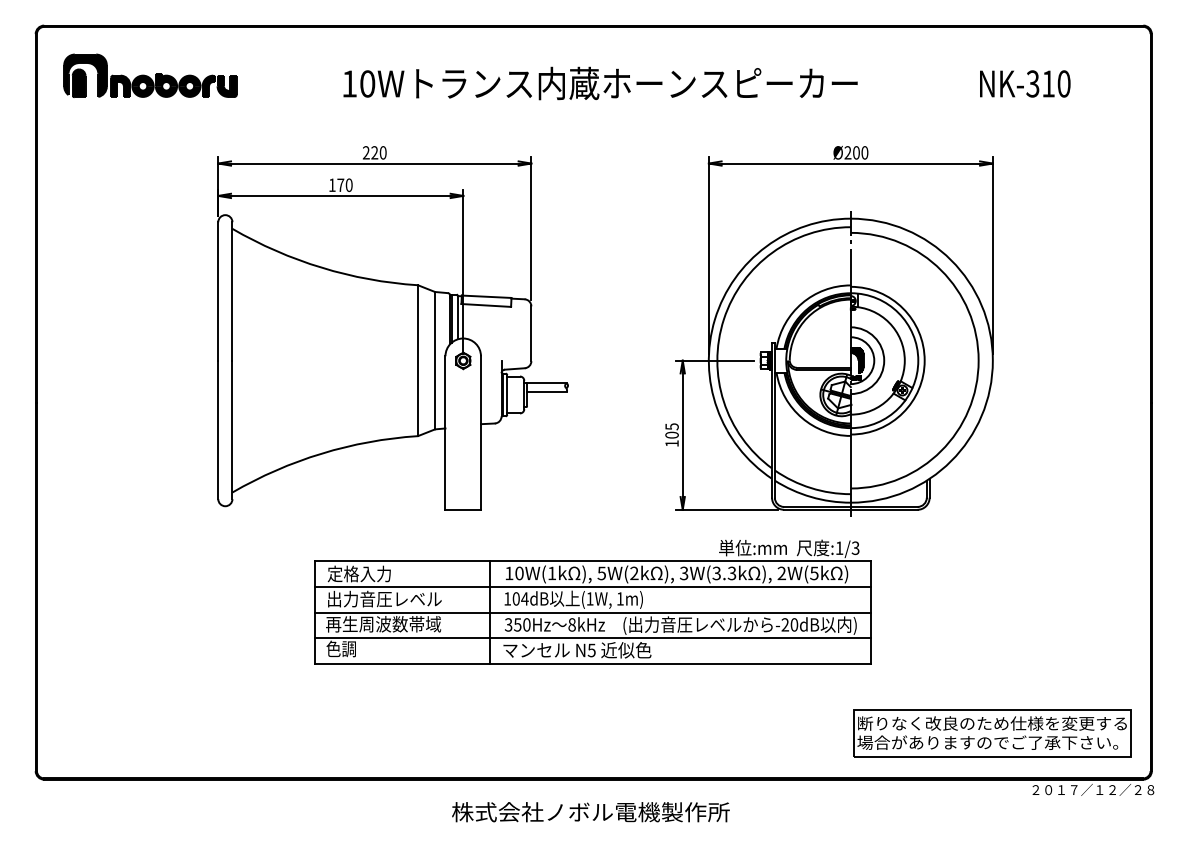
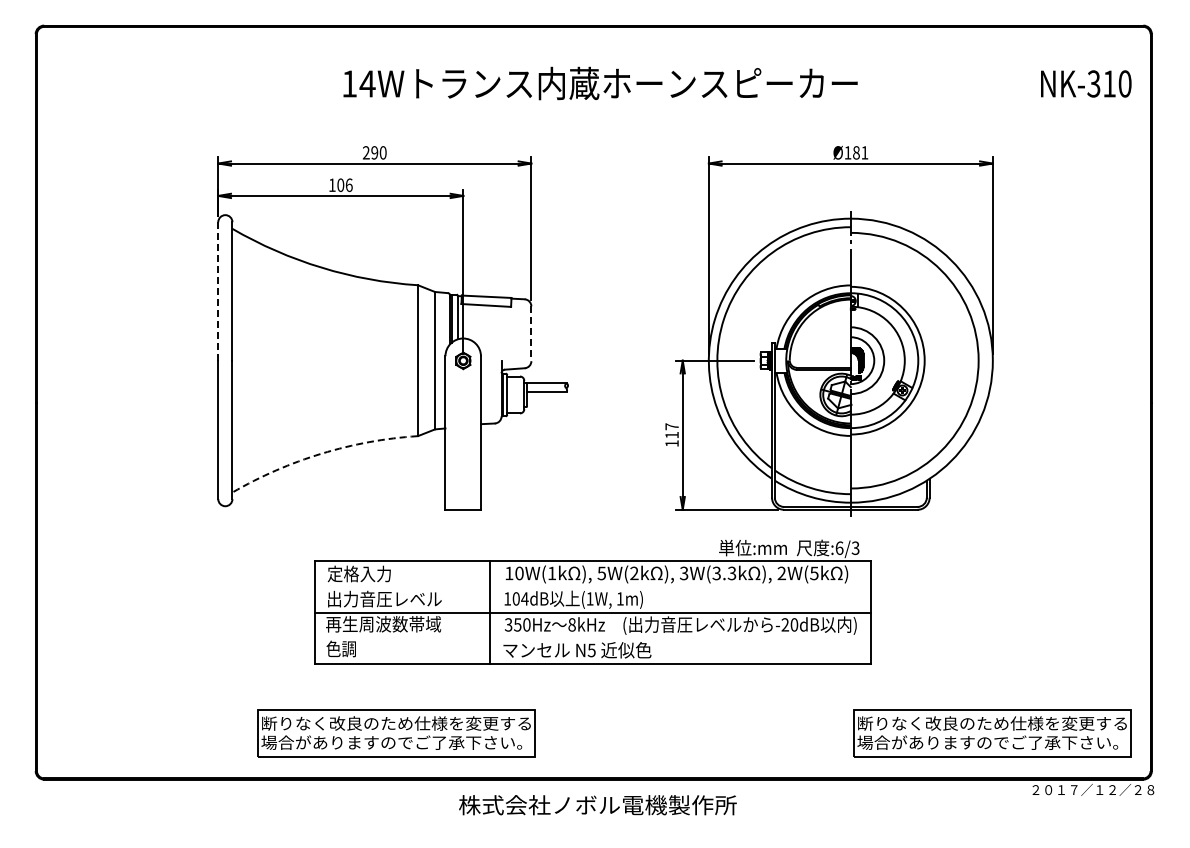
part at (150, 75): present -> none
text at (367, 83): 10W -> 14W
text at (1025, 83) position: (1025, 83) -> (1086, 83)
text at (374, 152): 220 -> 290
text at (856, 152): Ø200 -> Ø181
text at (344, 185): 170 -> 106
line at (218, 290): solid -> dashed
line at (531, 334): solid -> dashed
text at (671, 430): 105 -> 117
arc at (321, 453): solid -> dashed
text at (839, 547): :1/3 -> :6/3
line at (592, 587): present -> none
line at (592, 638): present -> none
part at (396, 733): none -> present
text at (590, 812) position: (590, 812) -> (597, 805)
